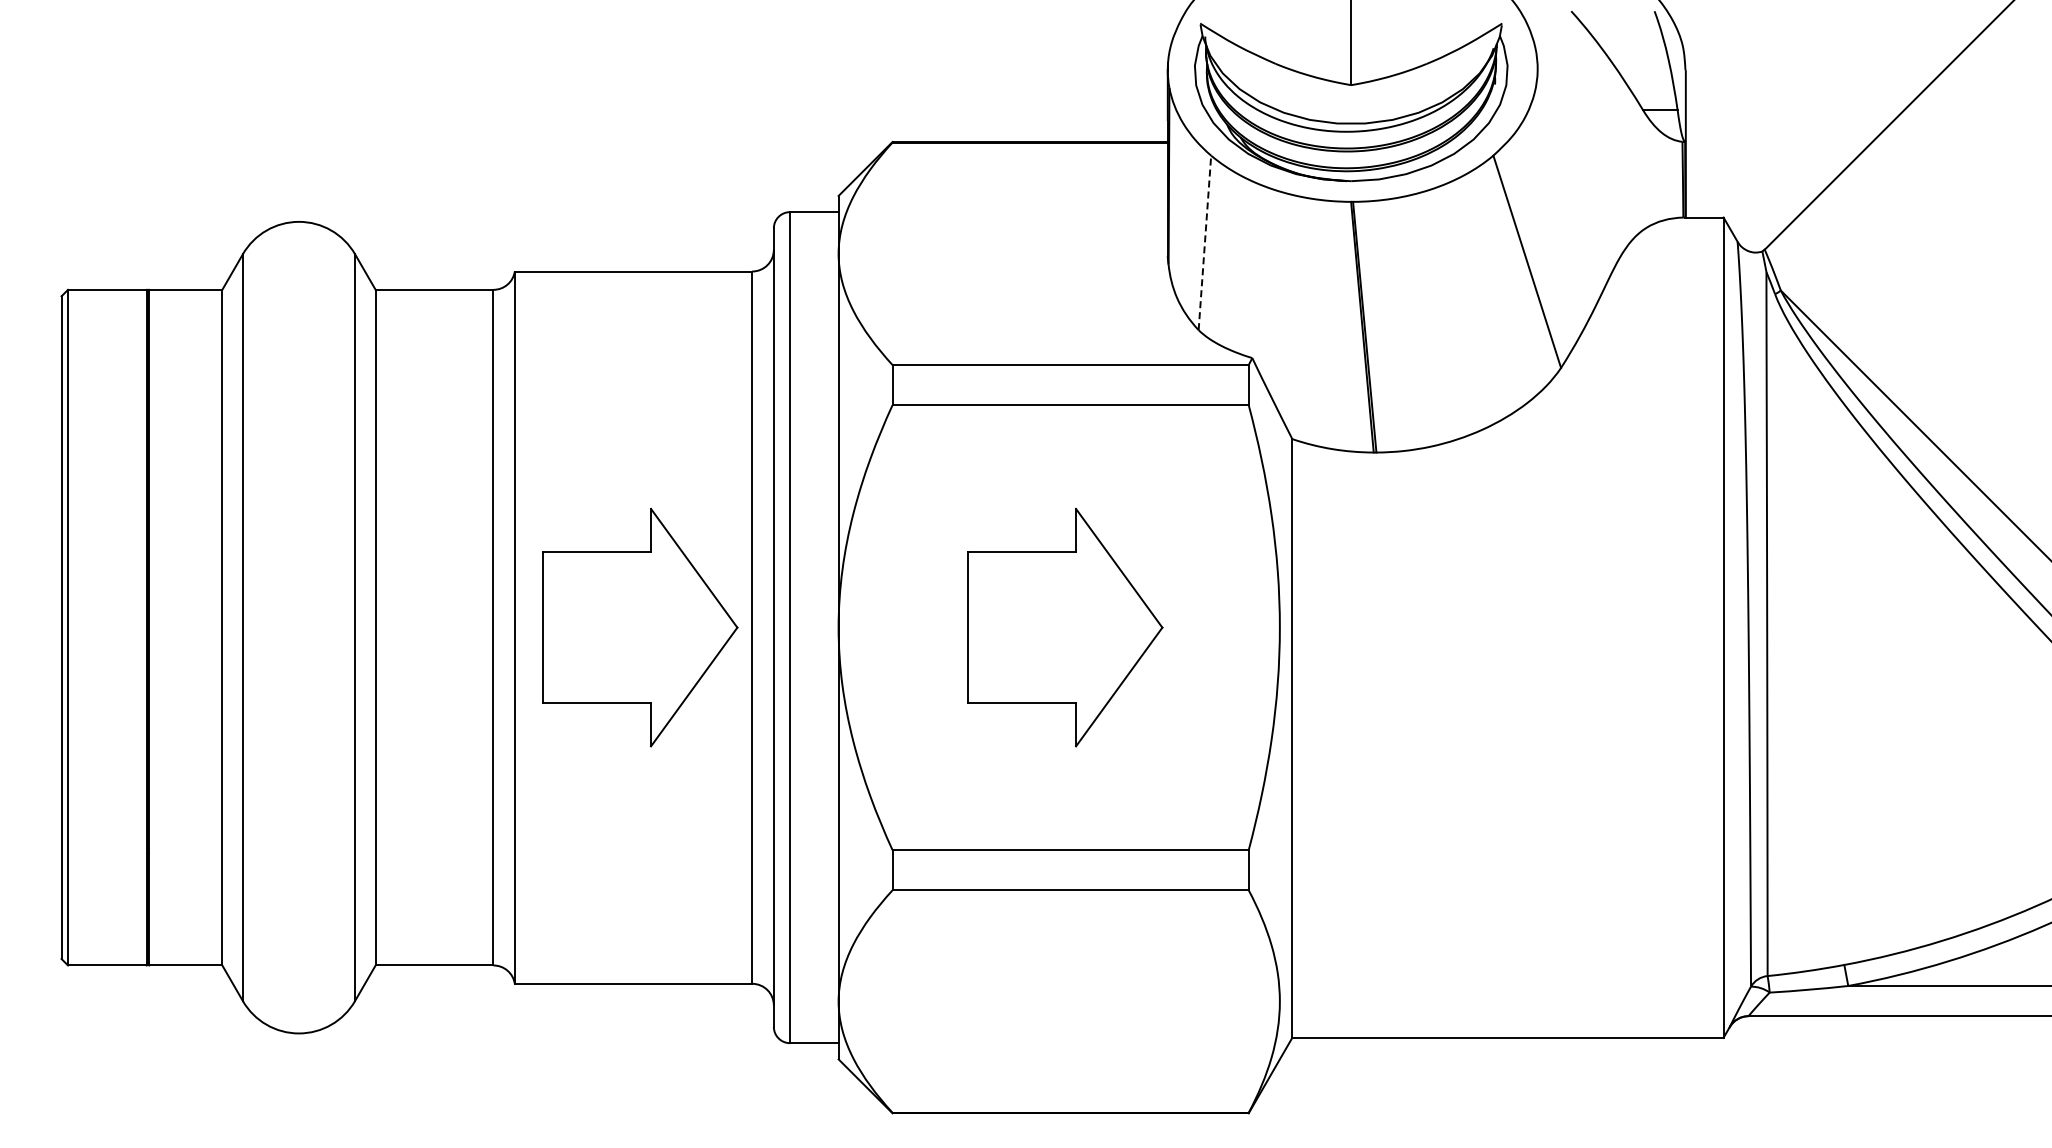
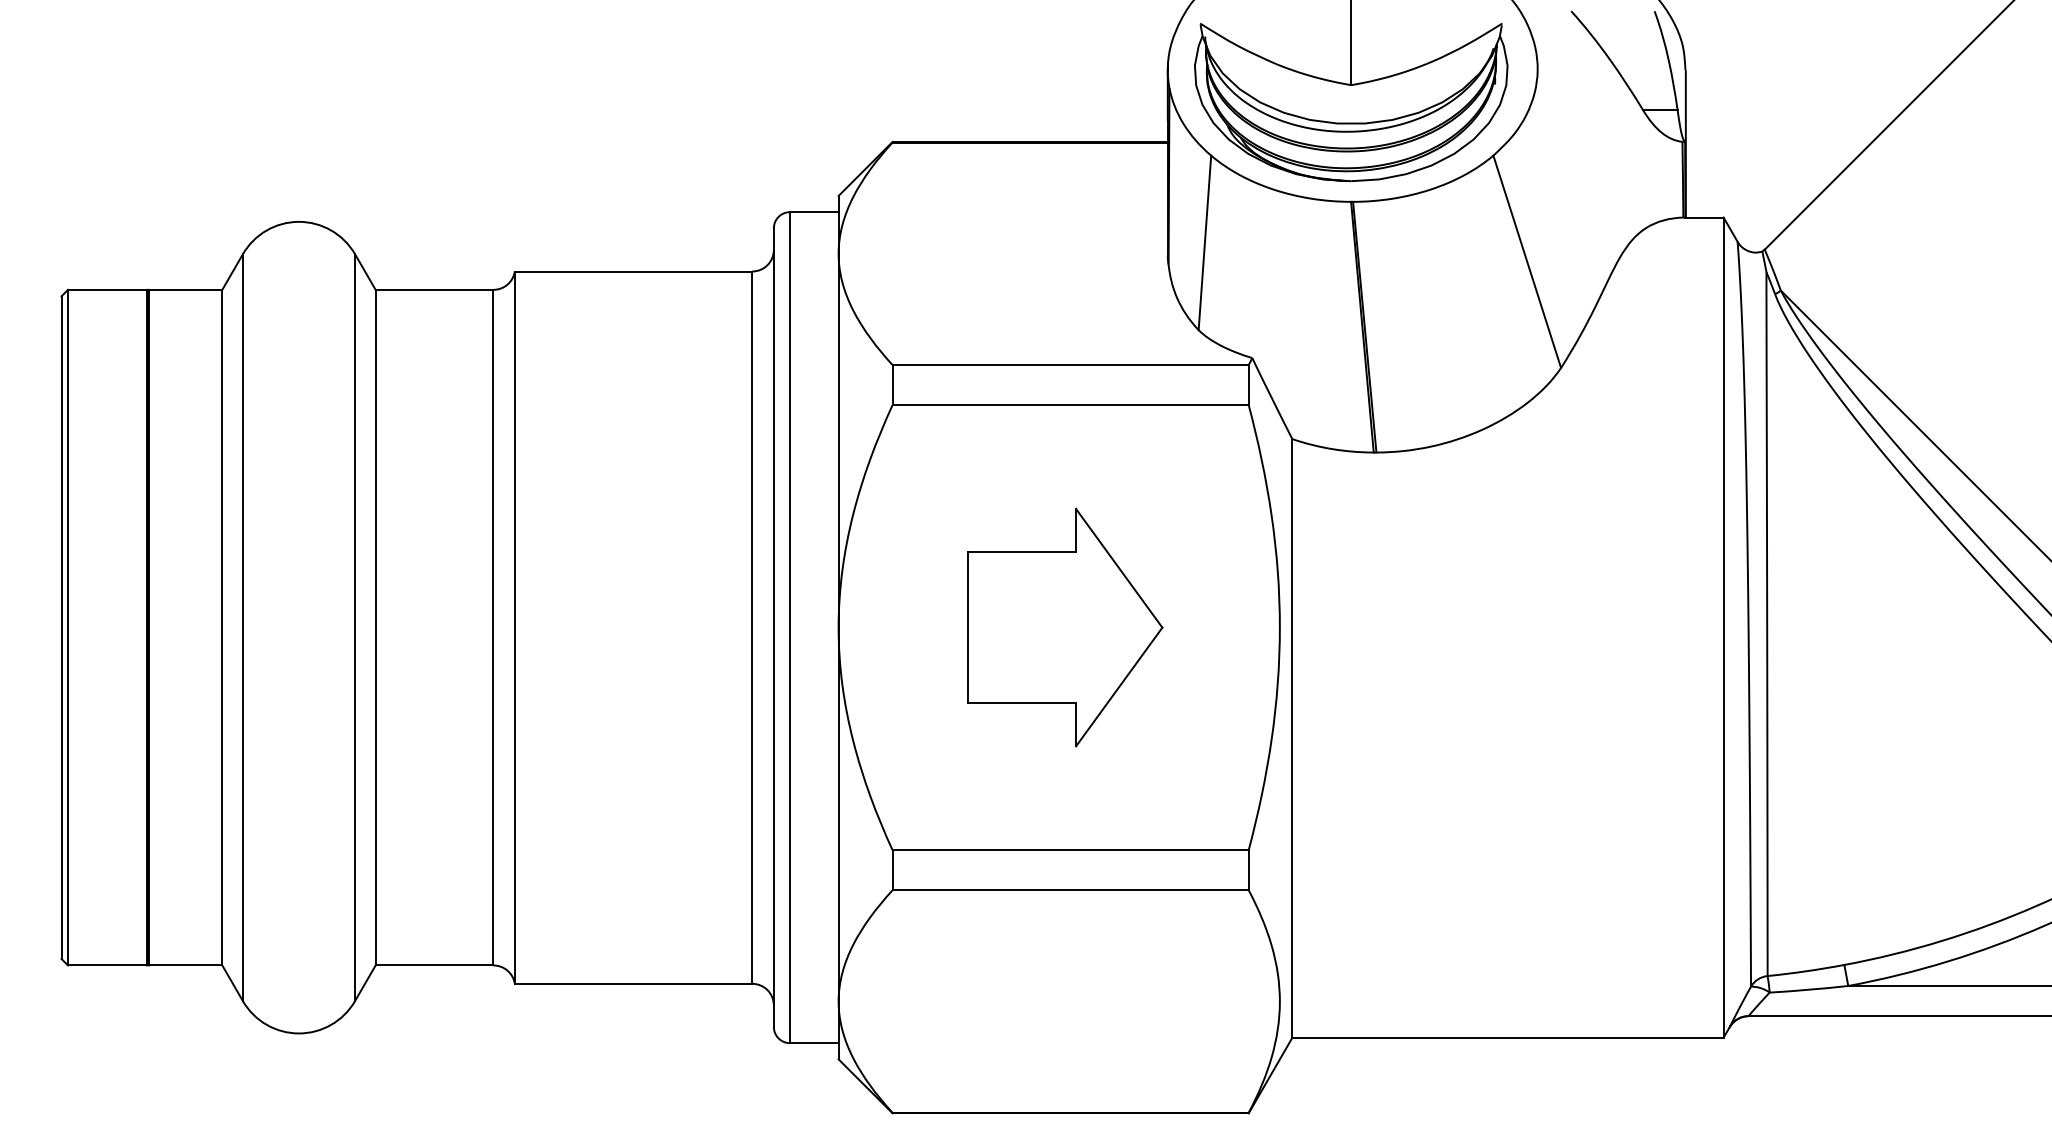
line at (1204, 242): dashed -> solid
part at (640, 627): present -> none
